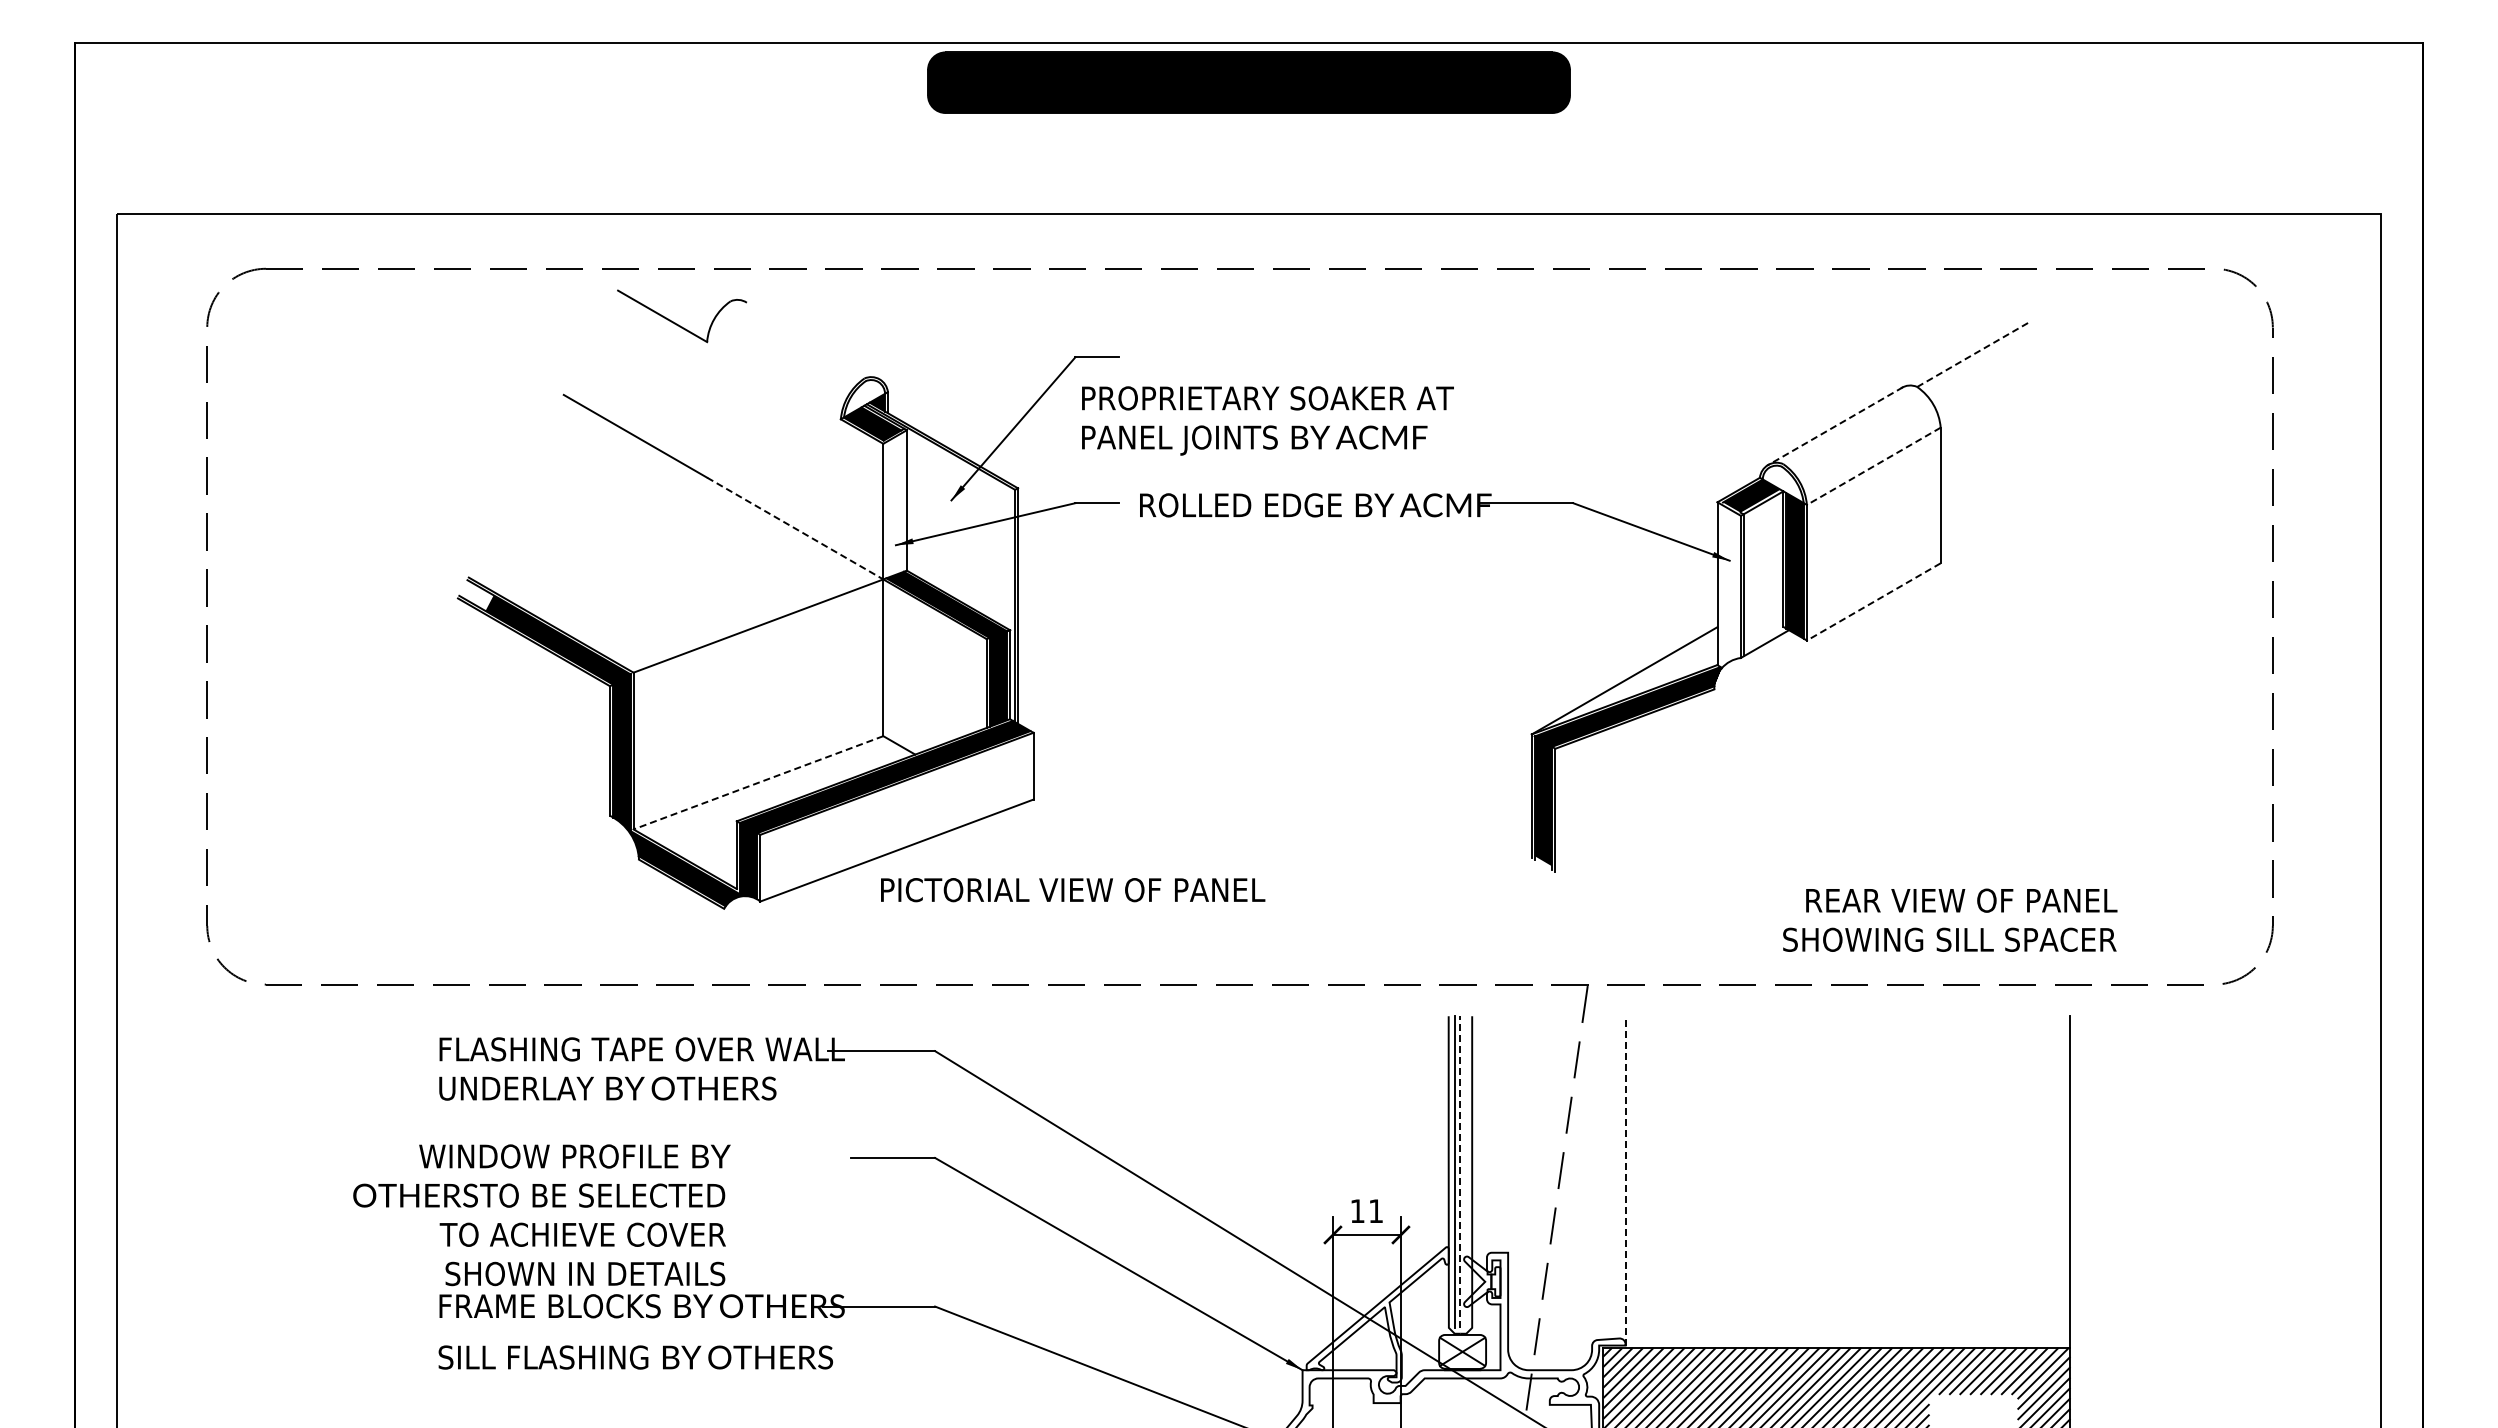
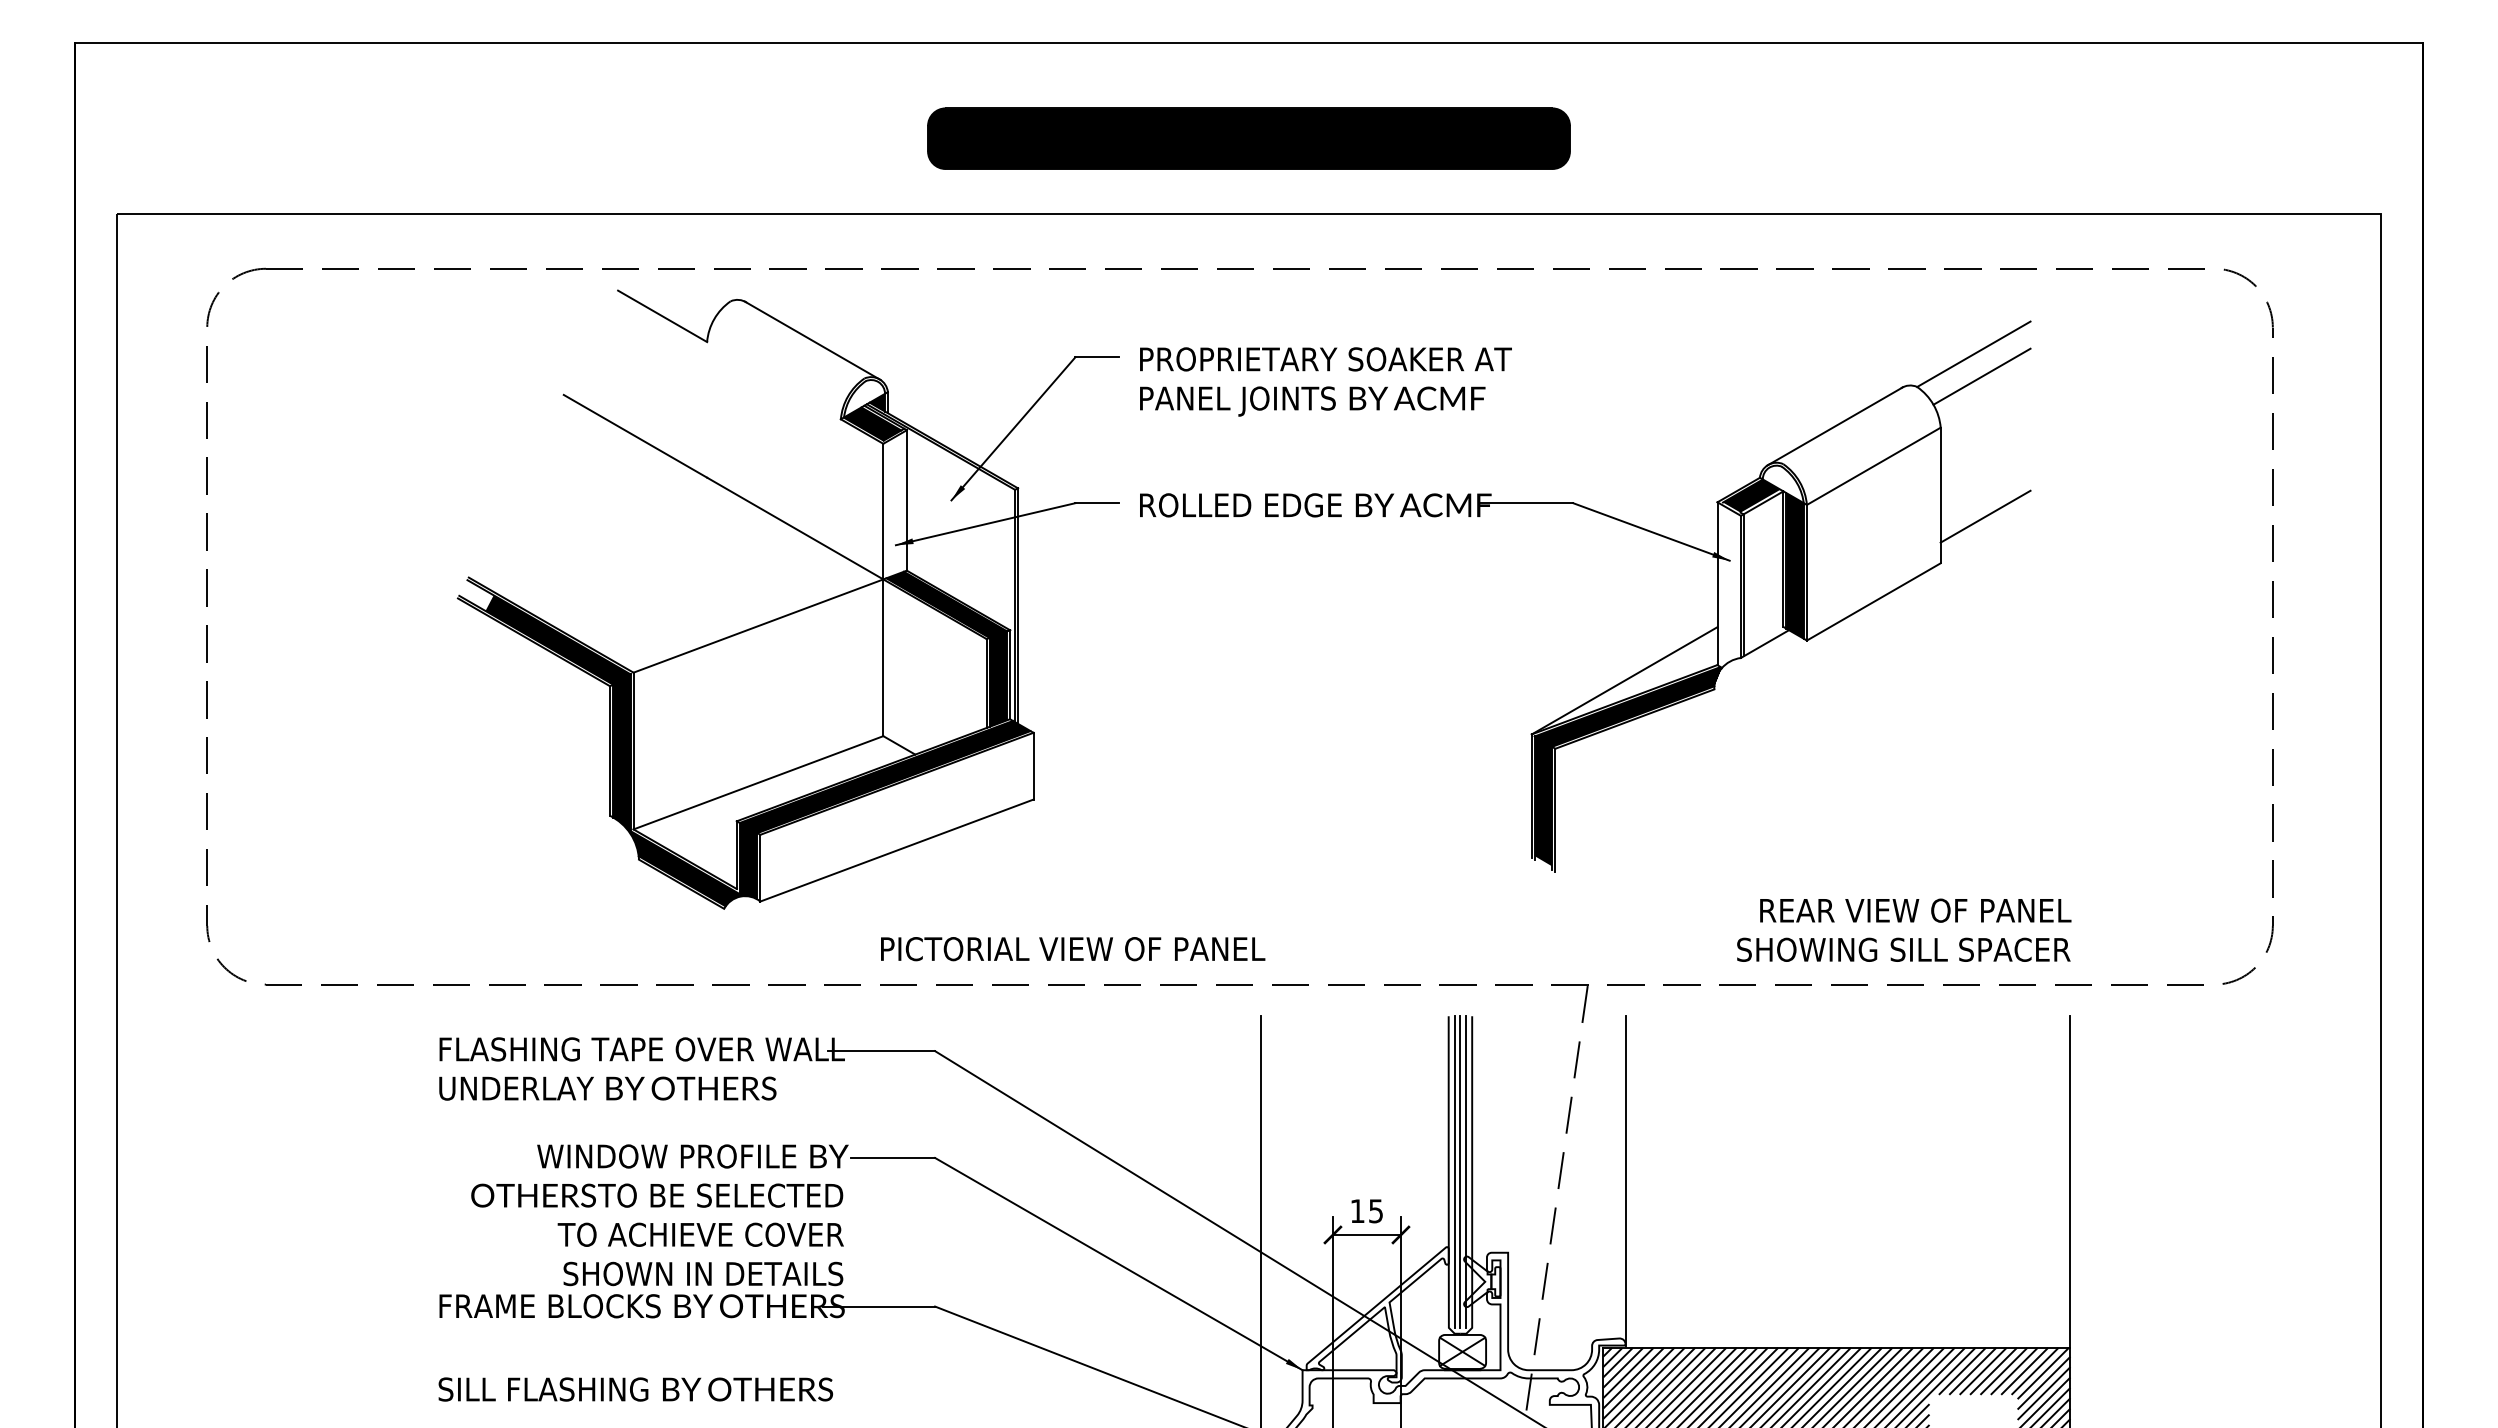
part at (1248, 82) position: (1248, 82) -> (1248, 138)
line at (812, 340): none -> present
line at (1974, 354): dashed -> solid
line at (1981, 376): none -> present
text at (1267, 420) position: (1267, 420) -> (1325, 381)
line at (1834, 426): dashed -> solid
line at (1873, 466): dashed -> solid
line at (1985, 516): none -> present
line at (795, 528): dashed -> solid
line at (1873, 602): dashed -> solid
line at (758, 782): dashed -> solid
text at (1073, 890) position: (1073, 890) -> (1073, 949)
text at (1950, 919) position: (1950, 919) -> (1904, 929)
line at (1460, 1171): dashed -> solid
line at (1466, 1172): none -> present
line at (1625, 1180): dashed -> solid
text at (1375, 1211): 11 -> 15
text at (541, 1215) position: (541, 1215) -> (659, 1215)
line at (1261, 1220): none -> present
text at (635, 1357) position: (635, 1357) -> (635, 1389)
